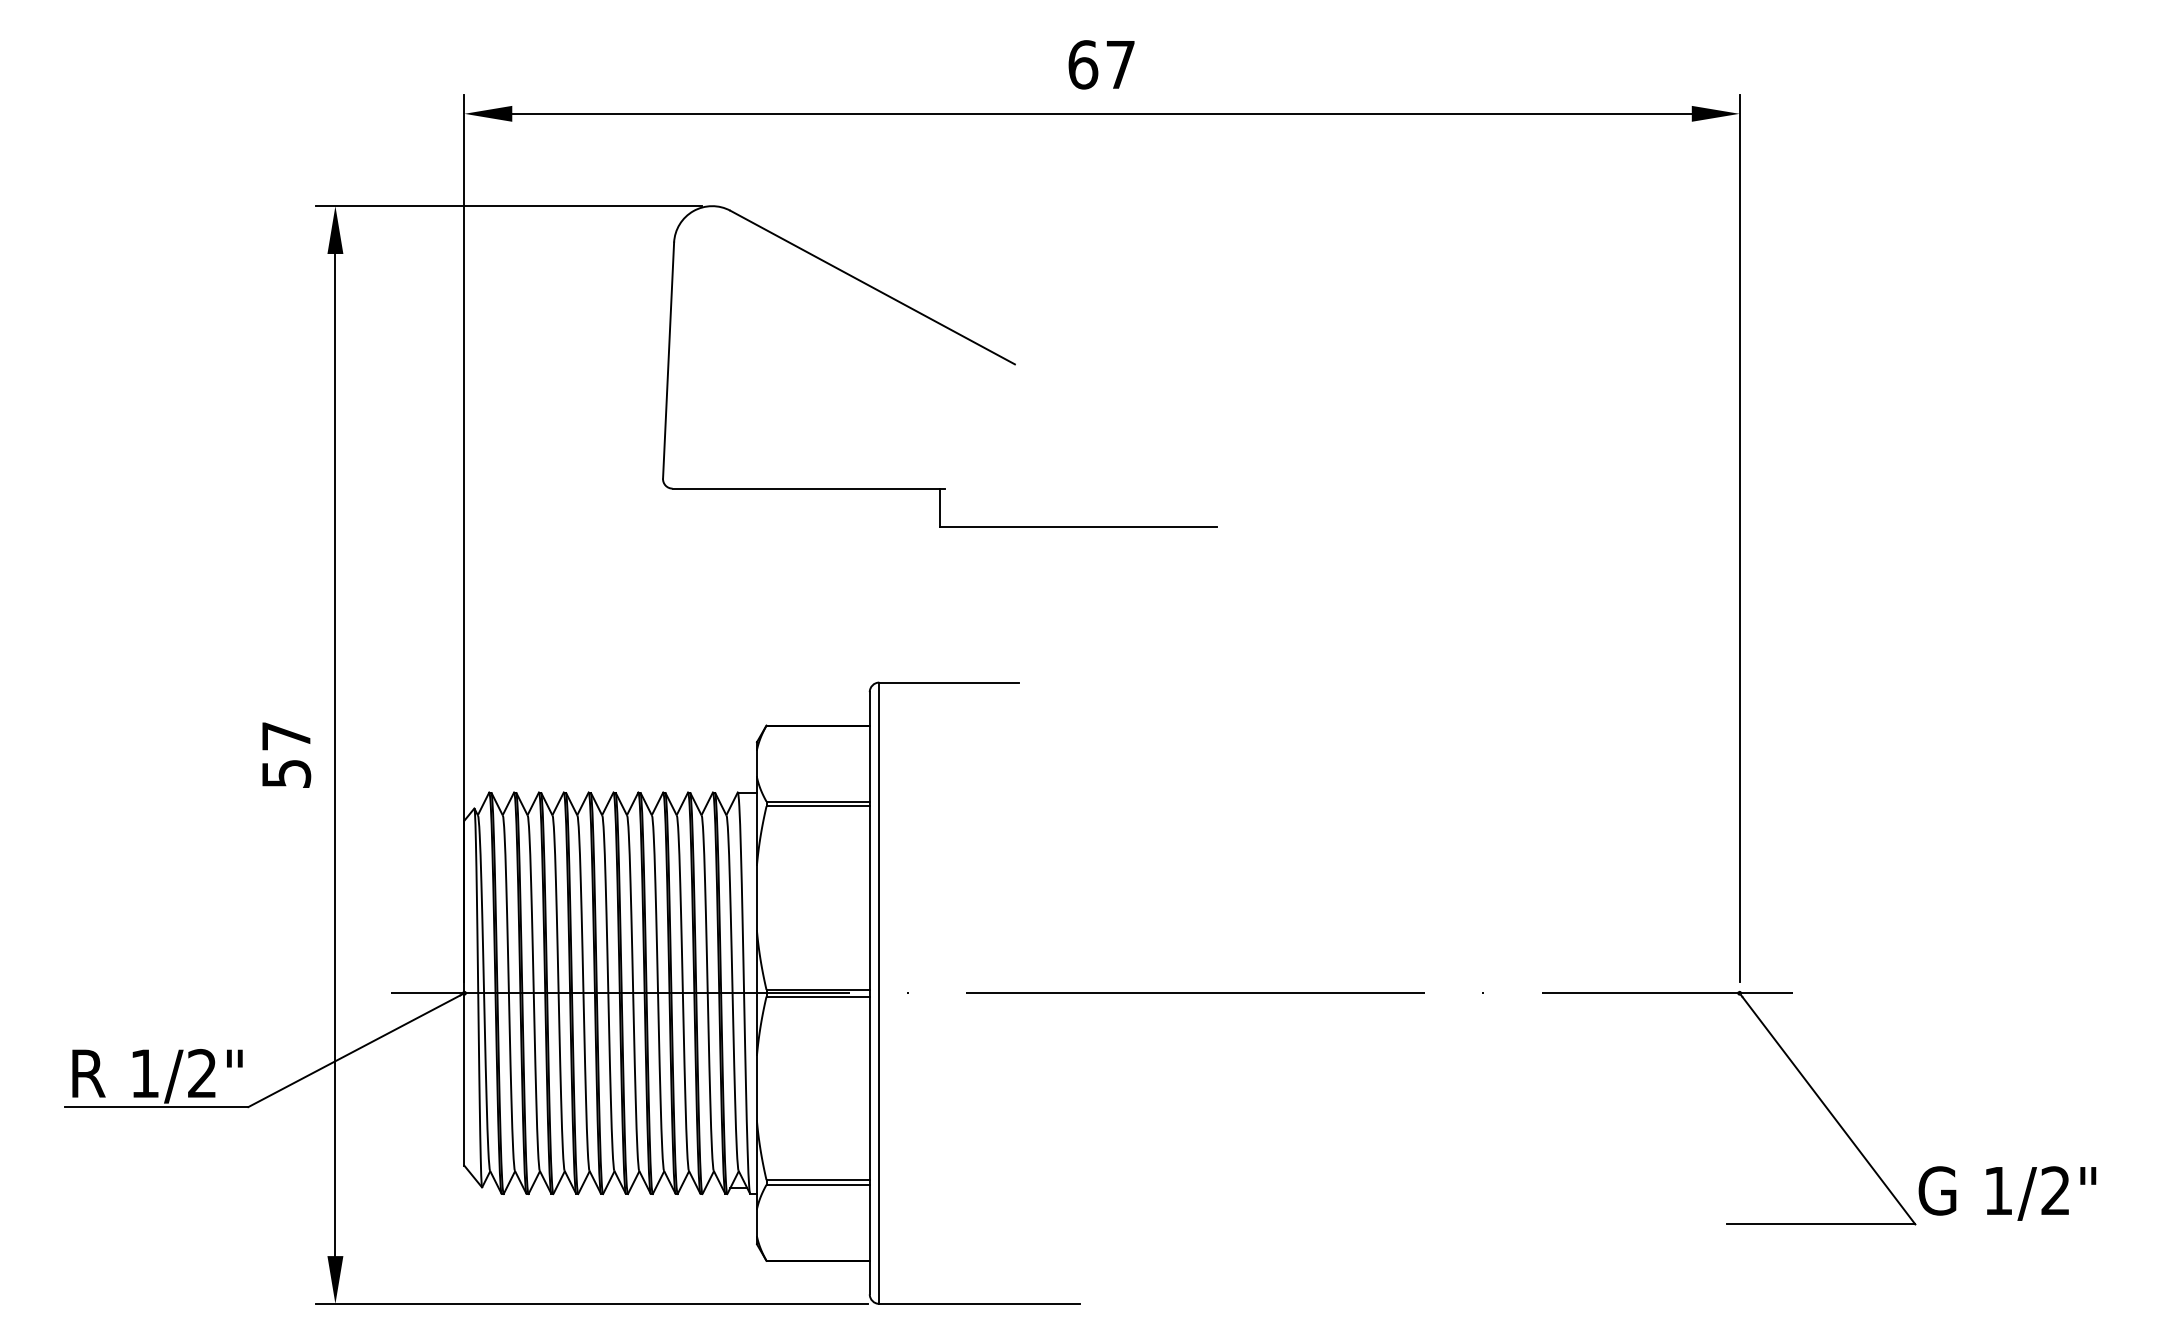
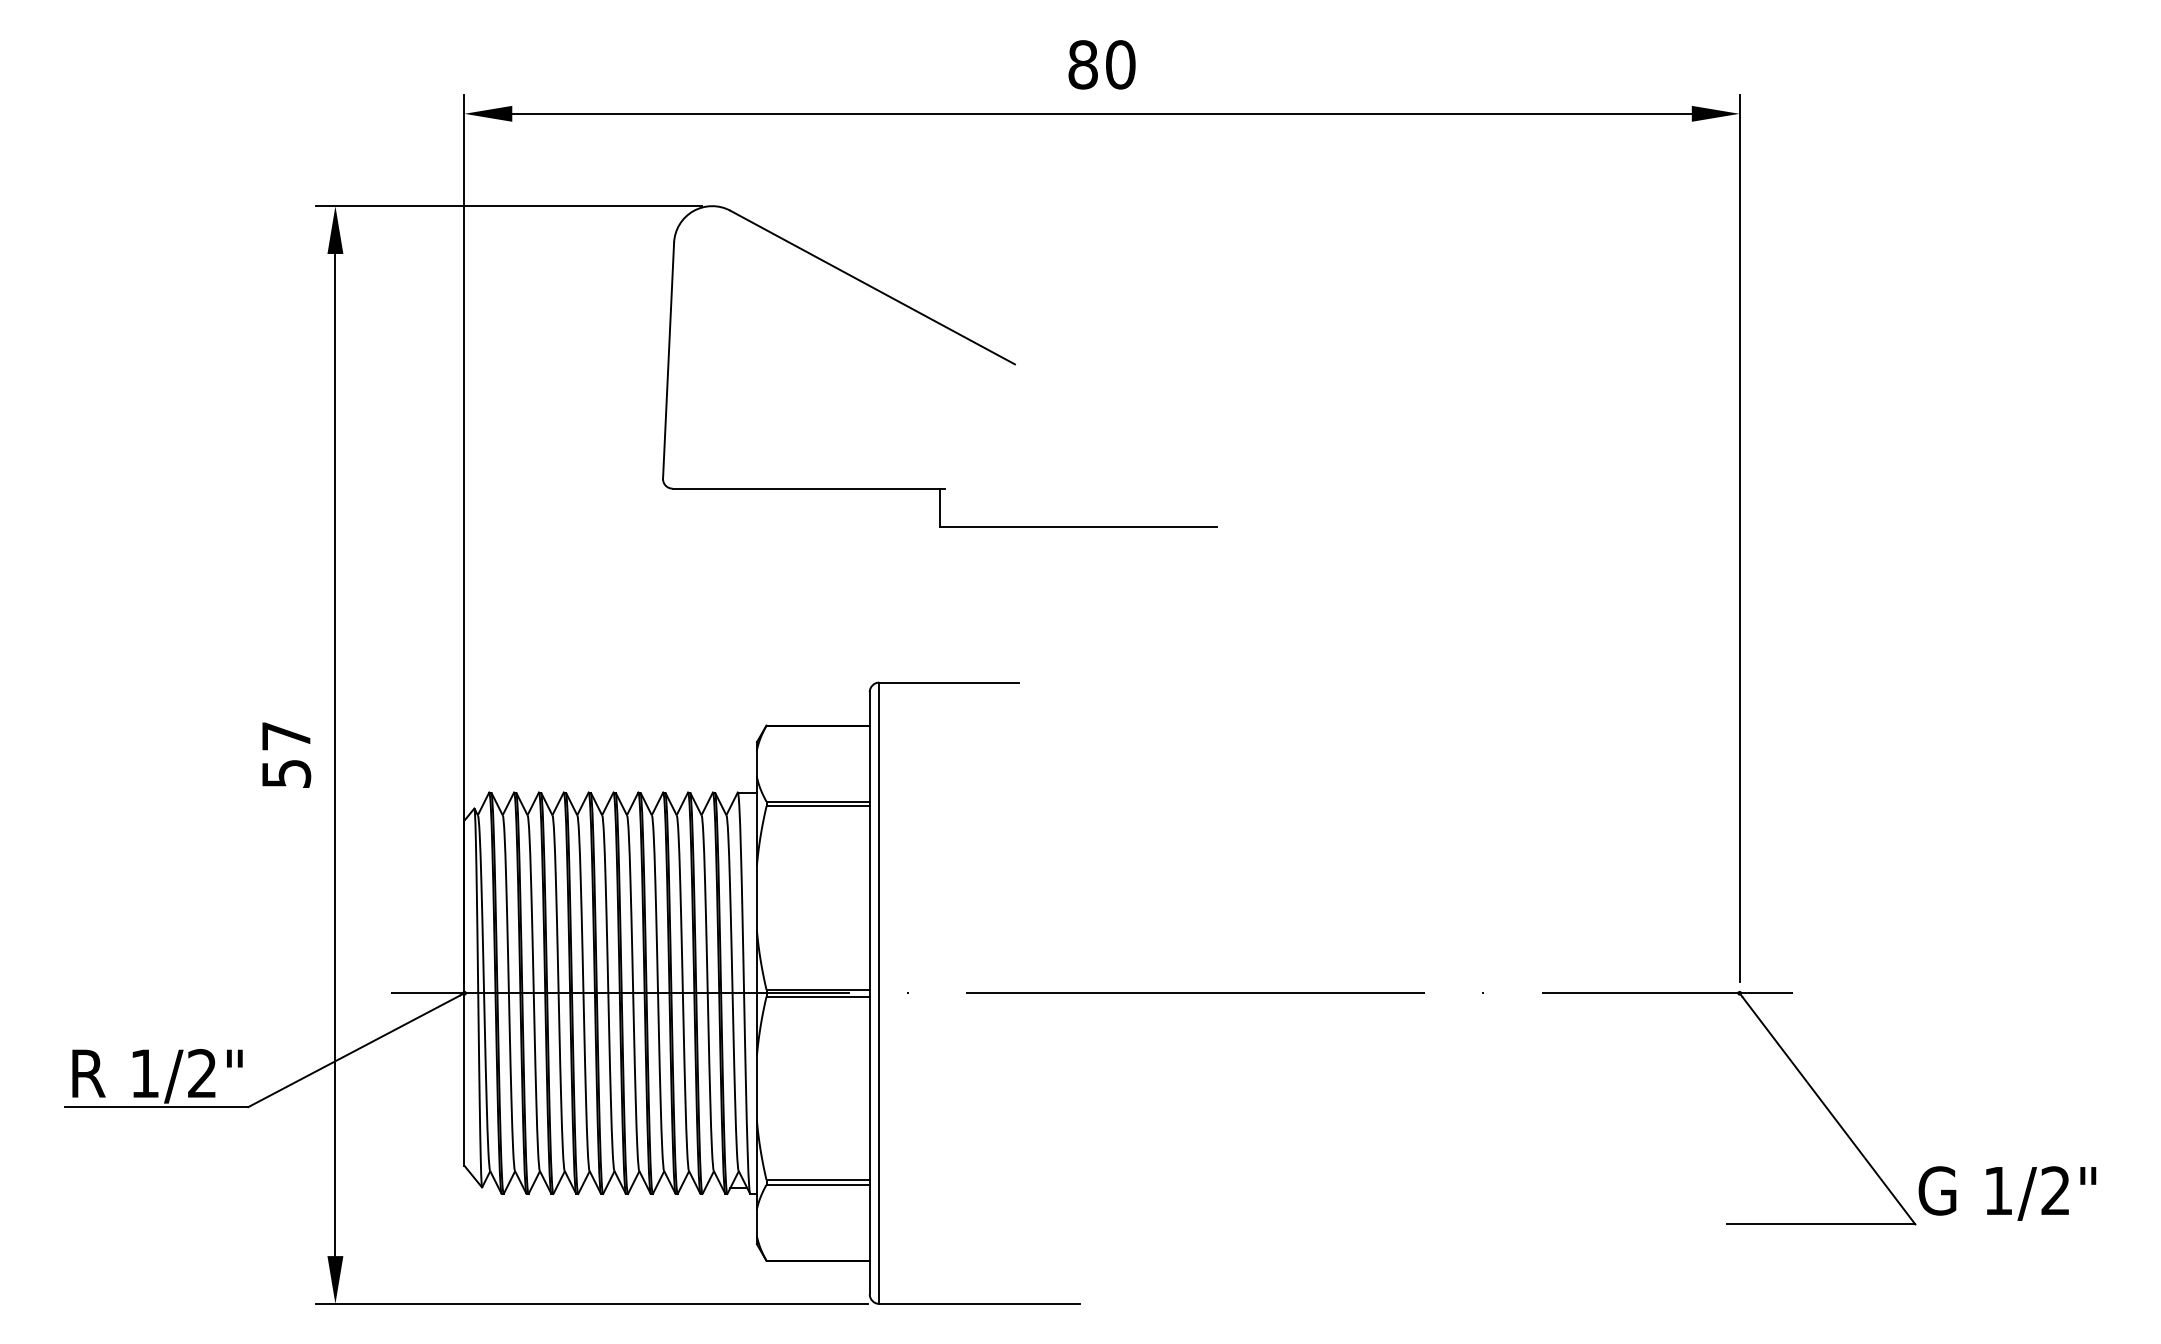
text at (1101, 64): 67 -> 80
